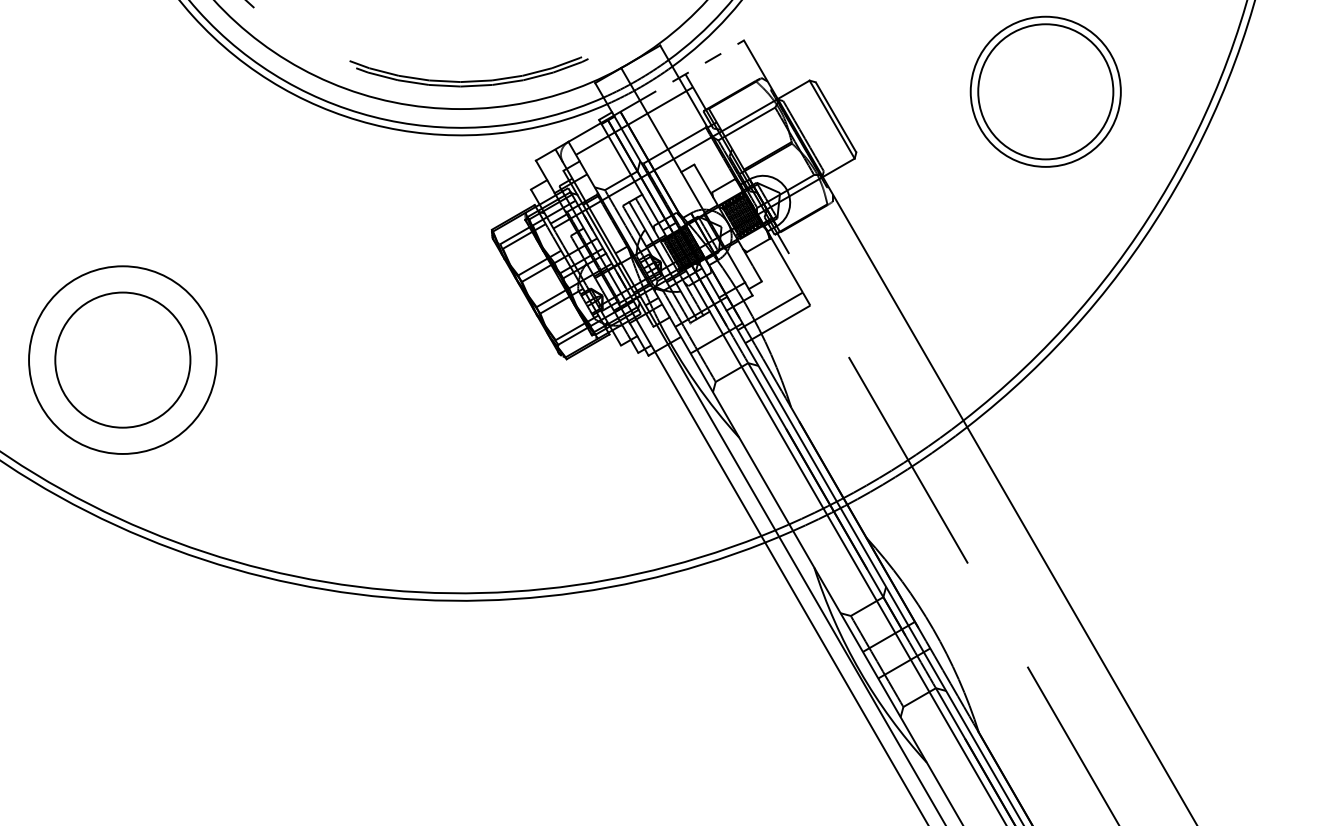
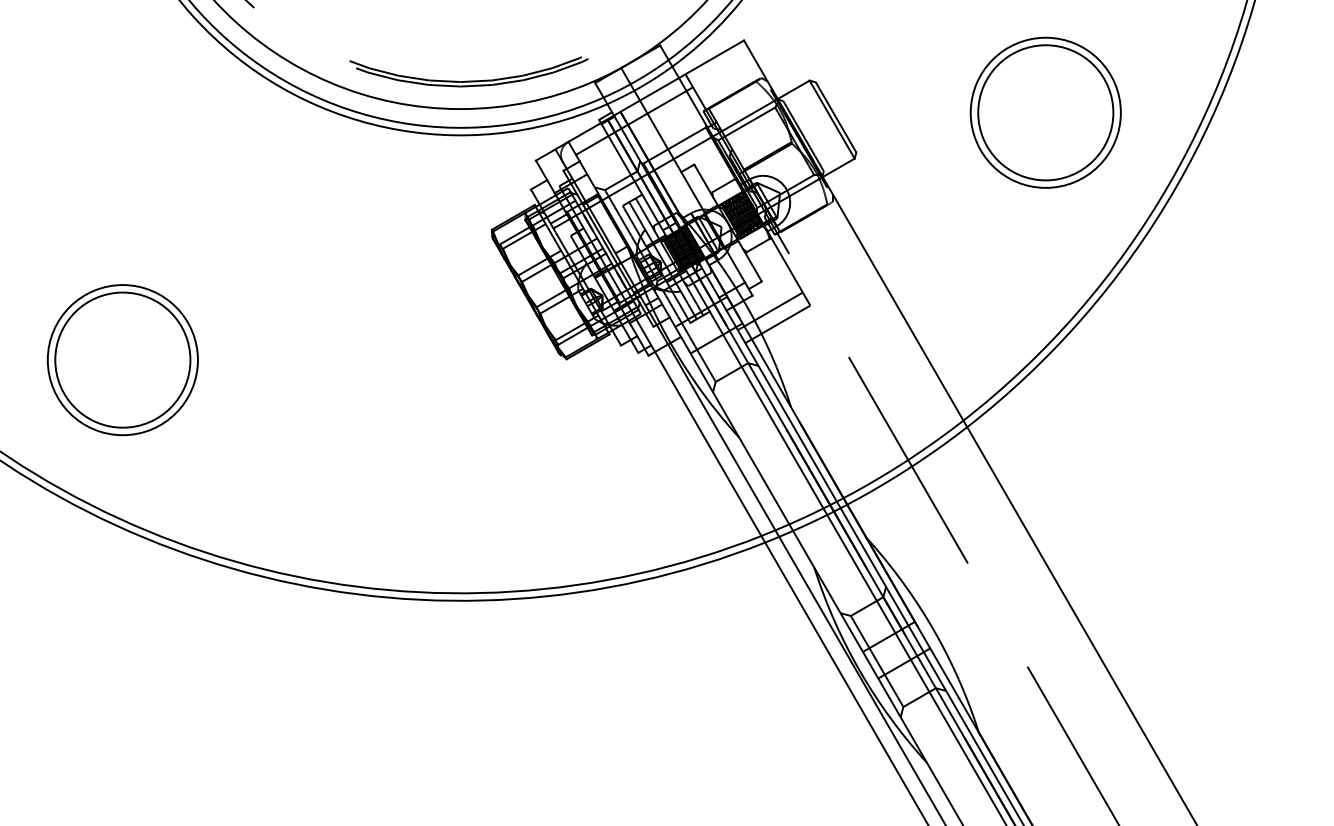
line at (692, 70): dashed -> solid
part at (1045, 91) position: (1045, 91) -> (1045, 112)
circle at (122, 359) diameter: 188 px -> 150 px
